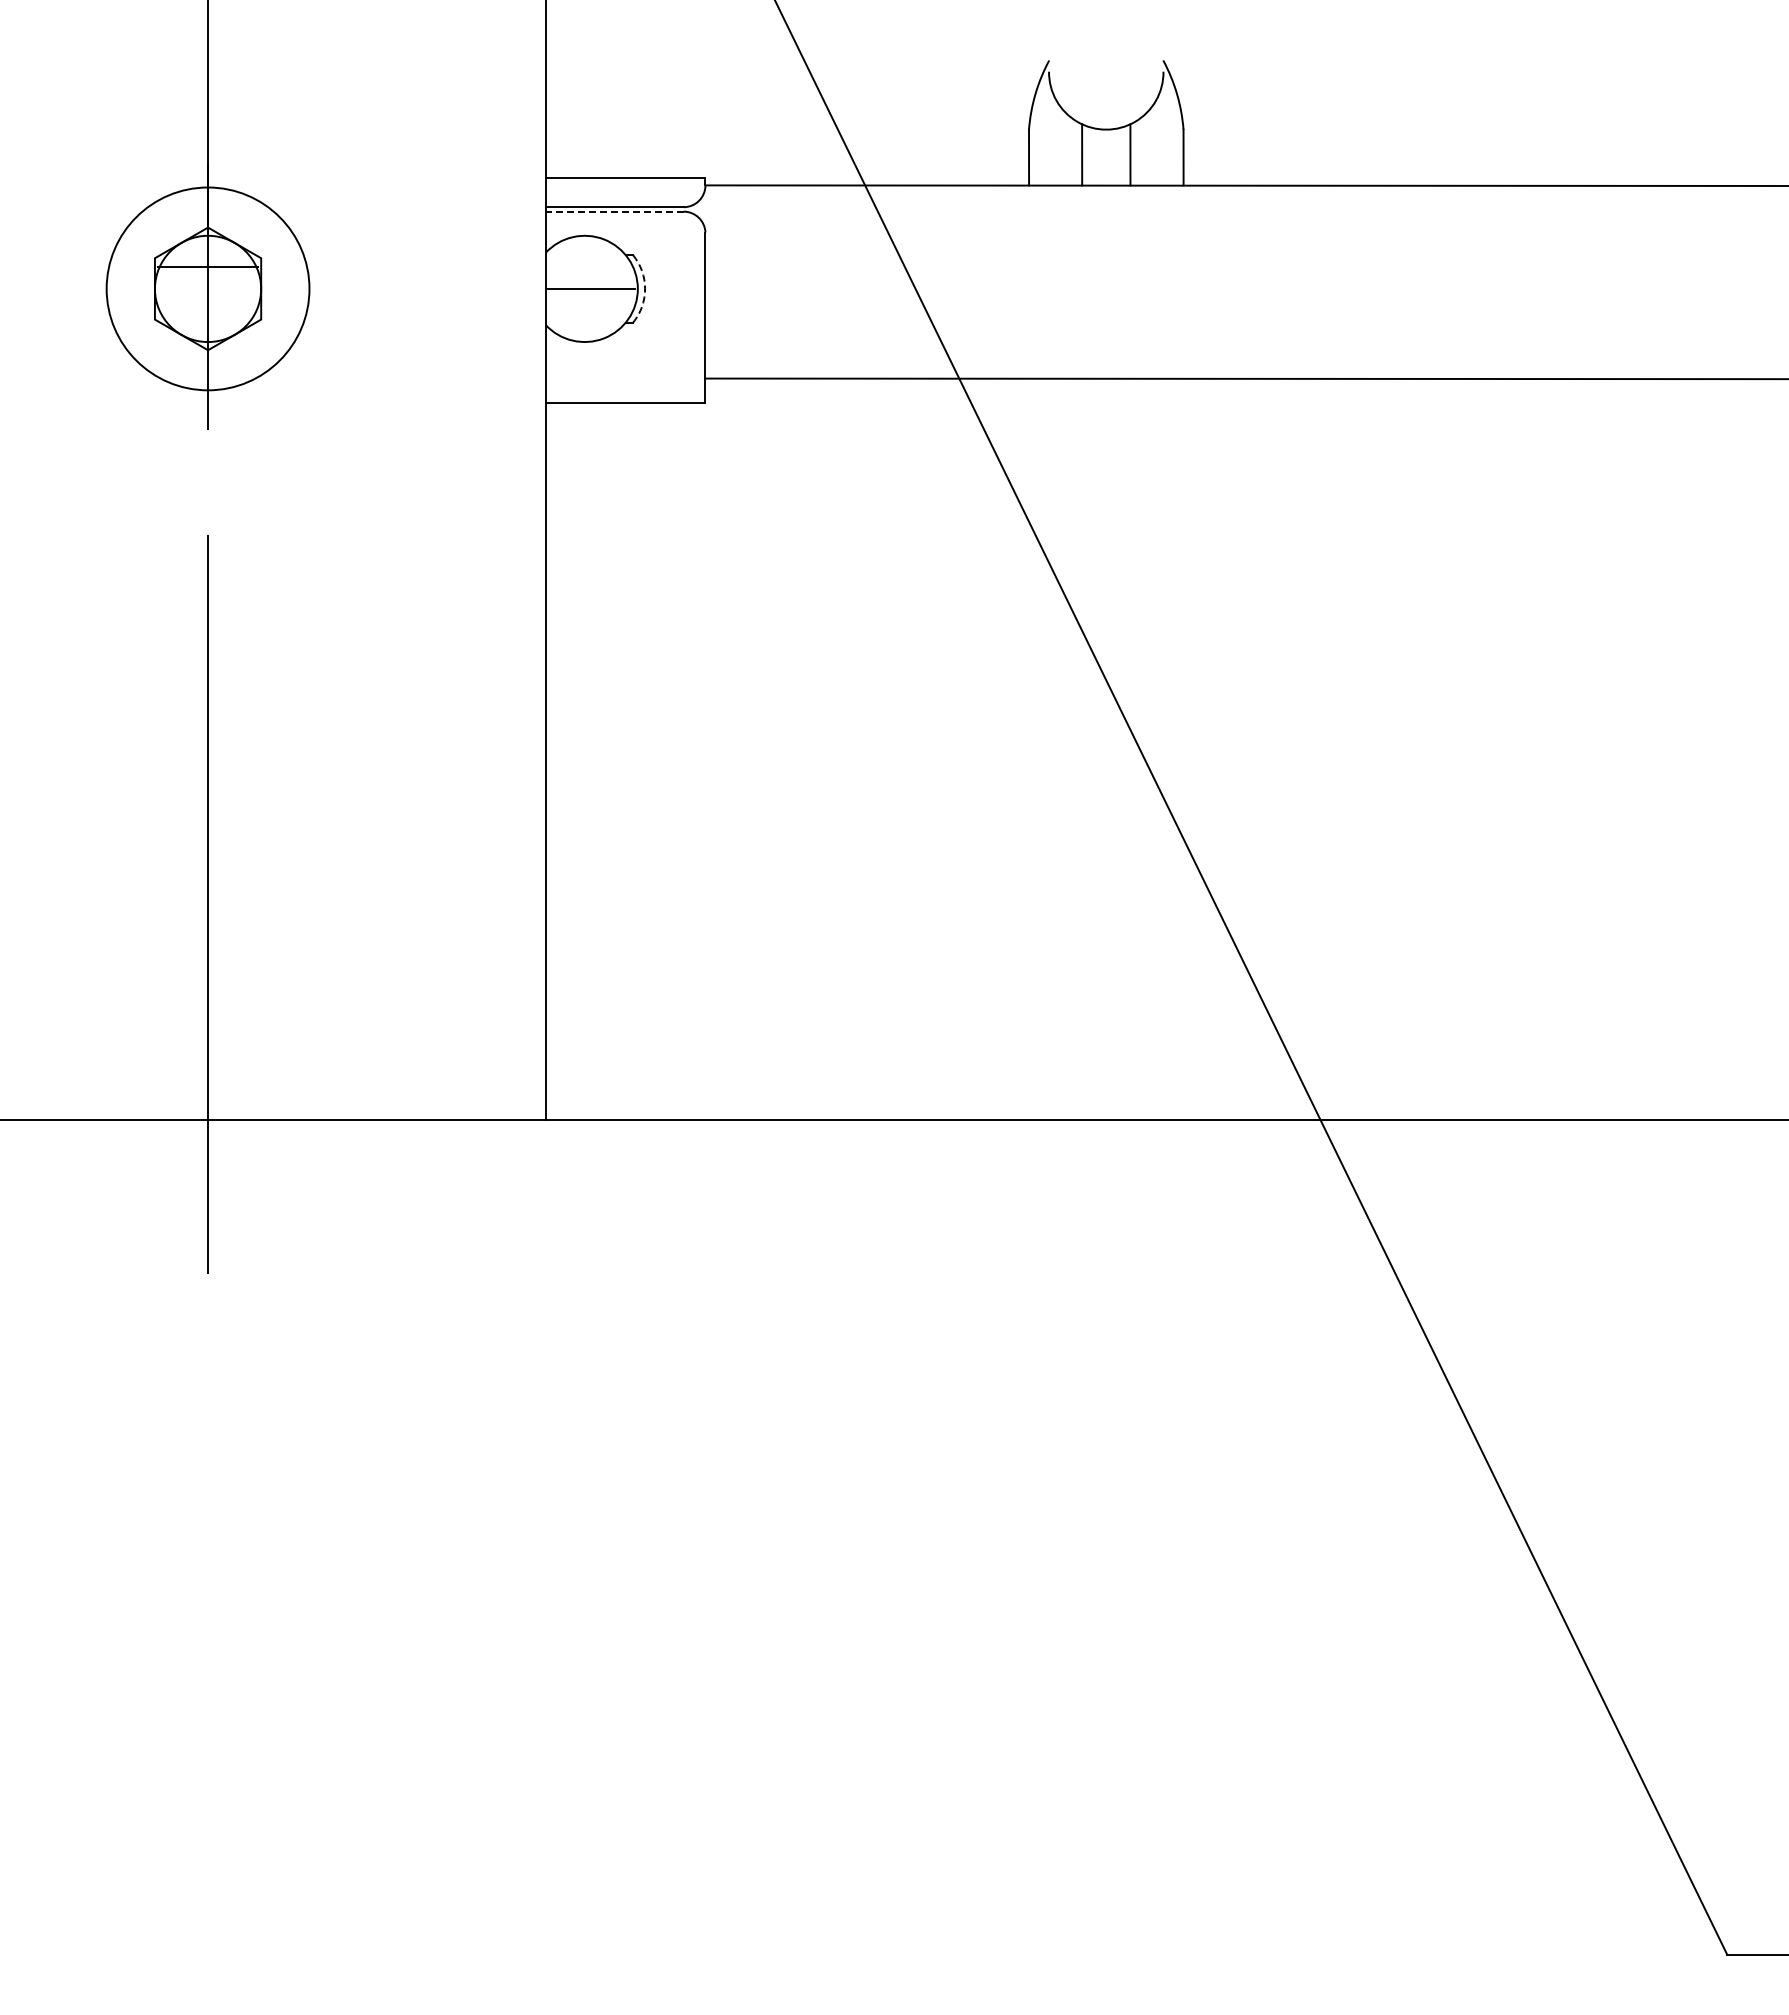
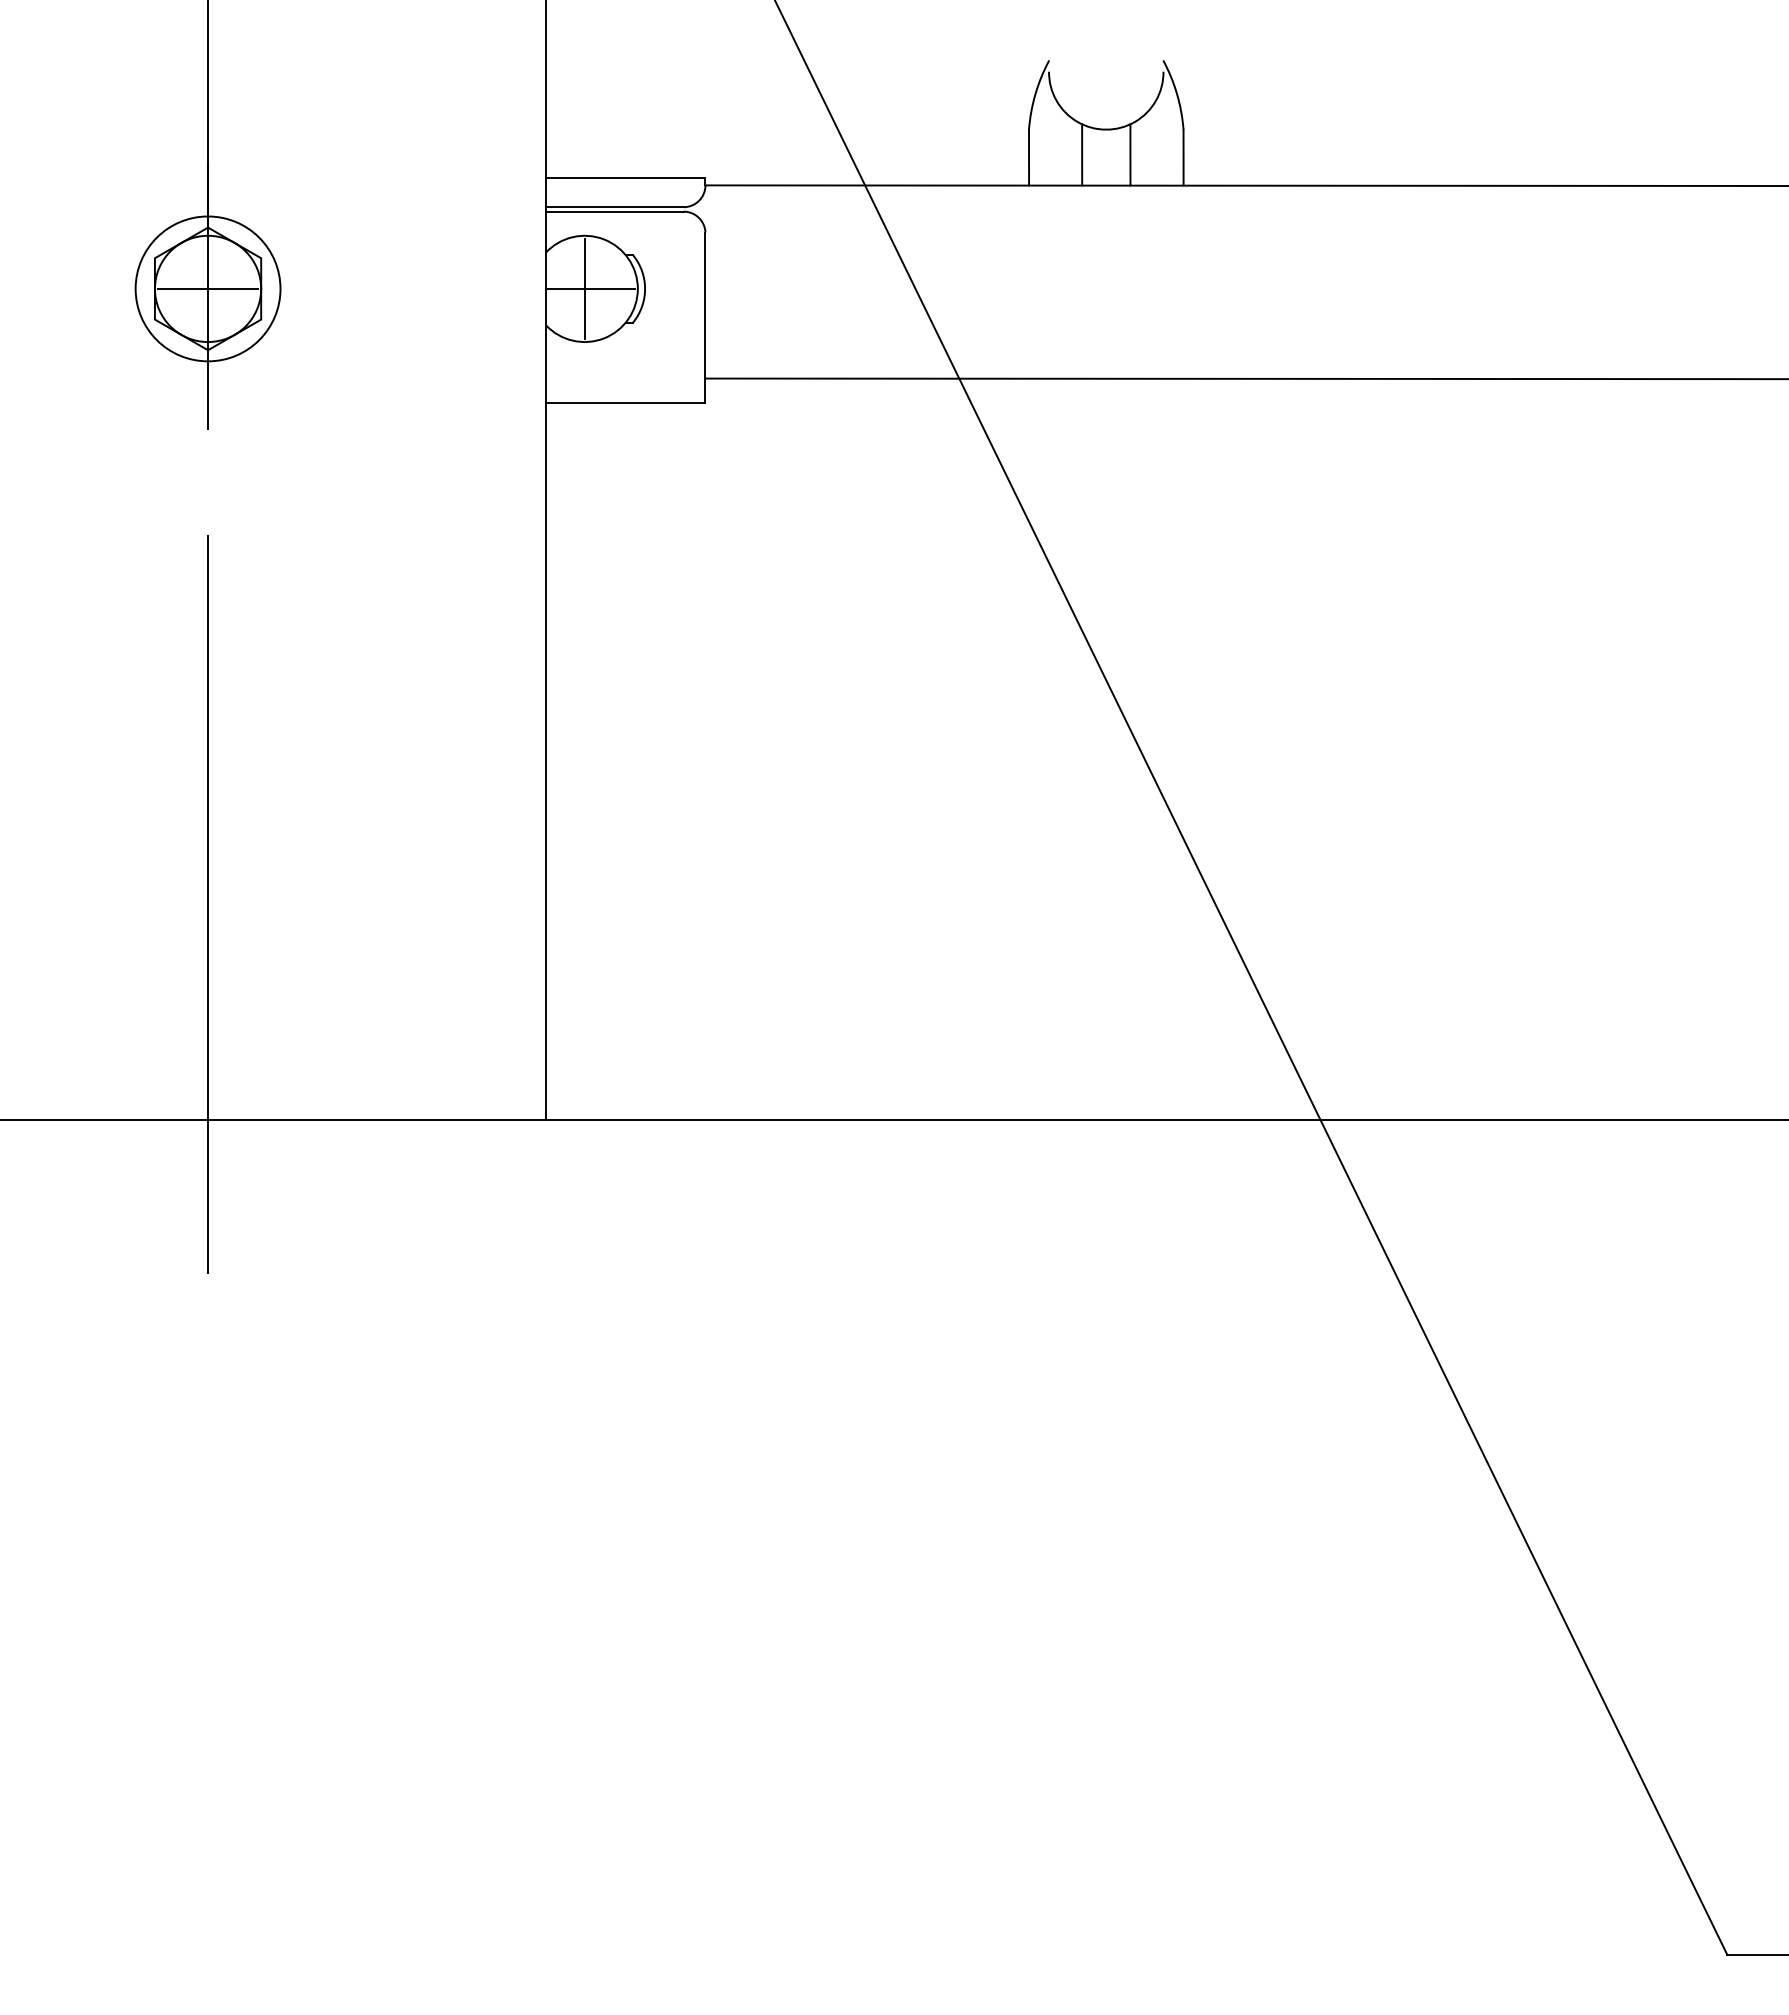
line at (614, 211): dashed -> solid
line at (208, 266) position: (208, 266) -> (208, 288)
circle at (207, 288) diameter: 203 px -> 145 px
line at (584, 288): none -> present
arc at (645, 288): dashed -> solid
